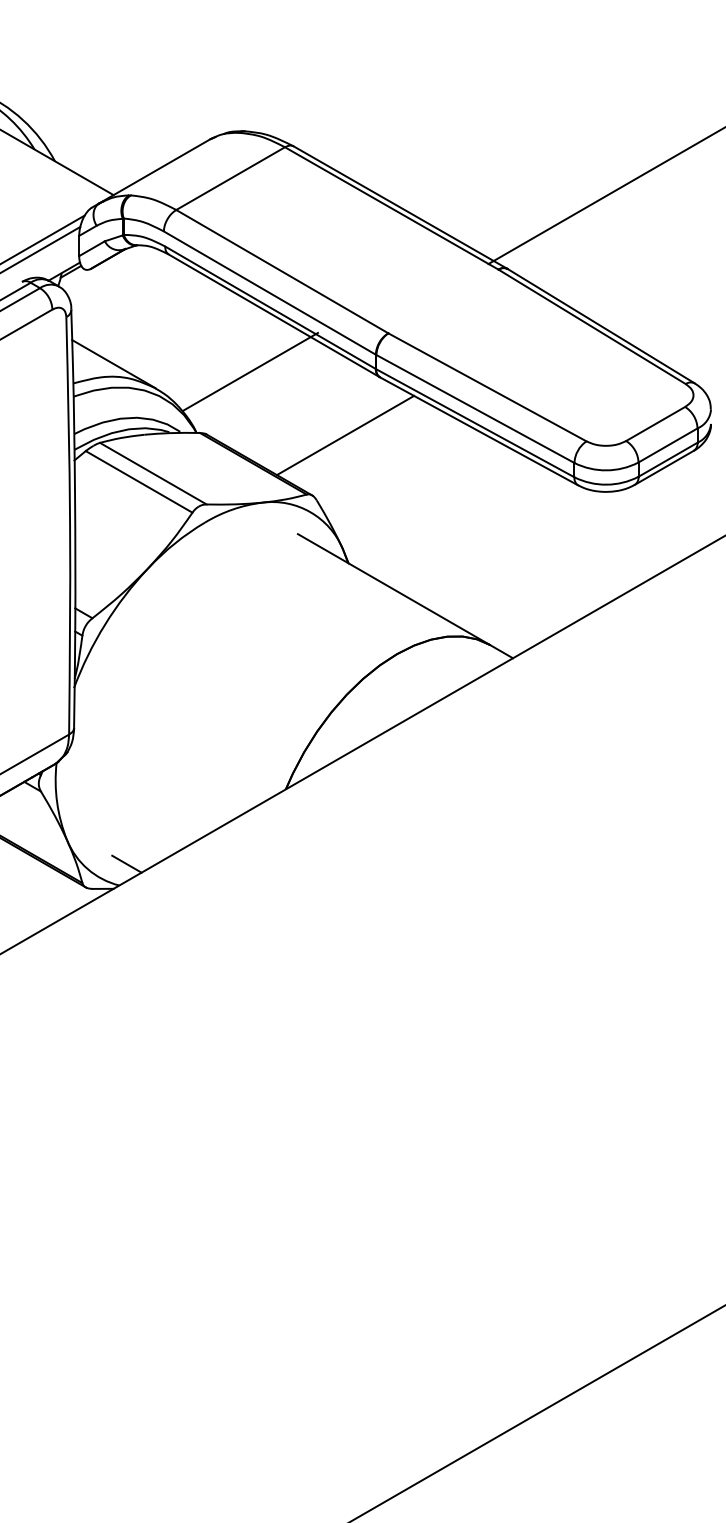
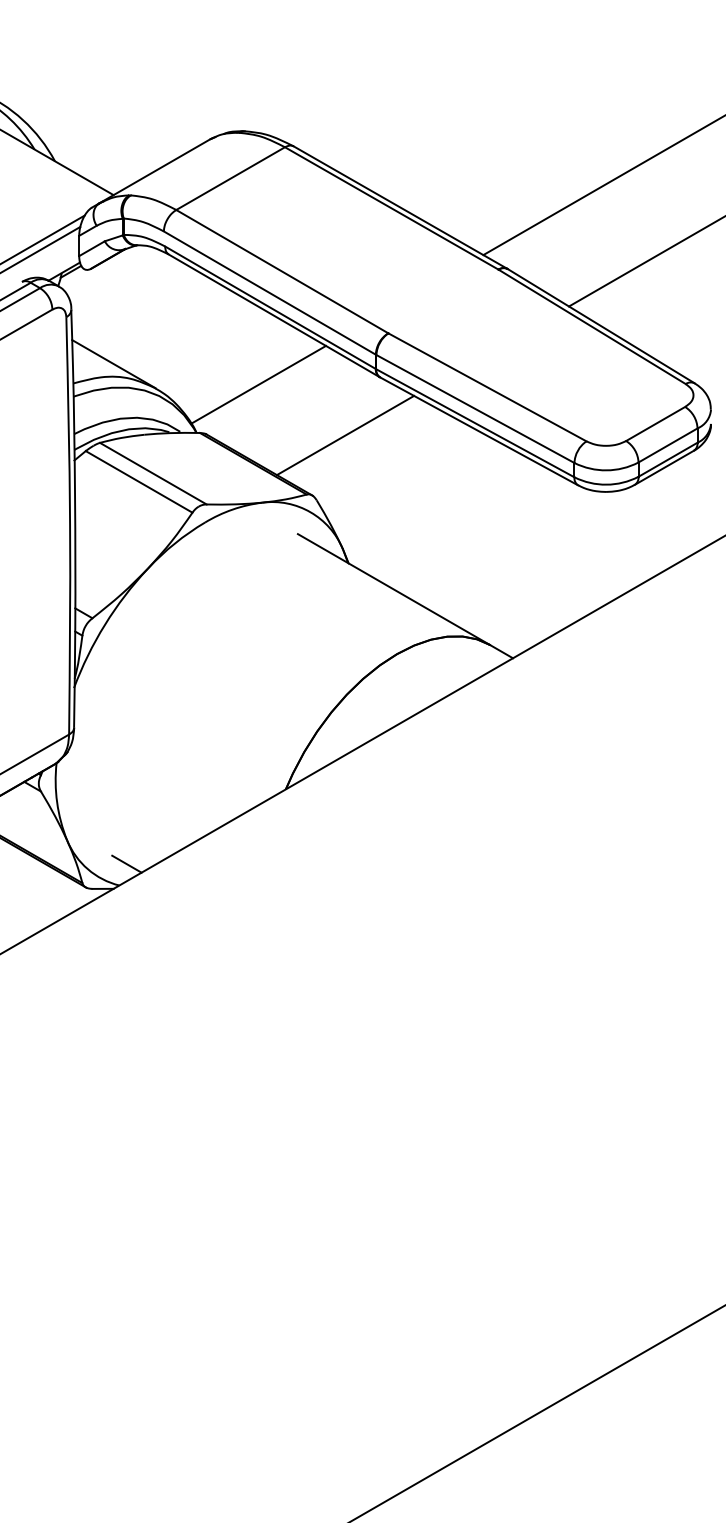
line at (605, 196) position: (605, 196) -> (602, 185)
line at (645, 261): none -> present
line at (250, 371) position: (250, 371) -> (258, 384)
